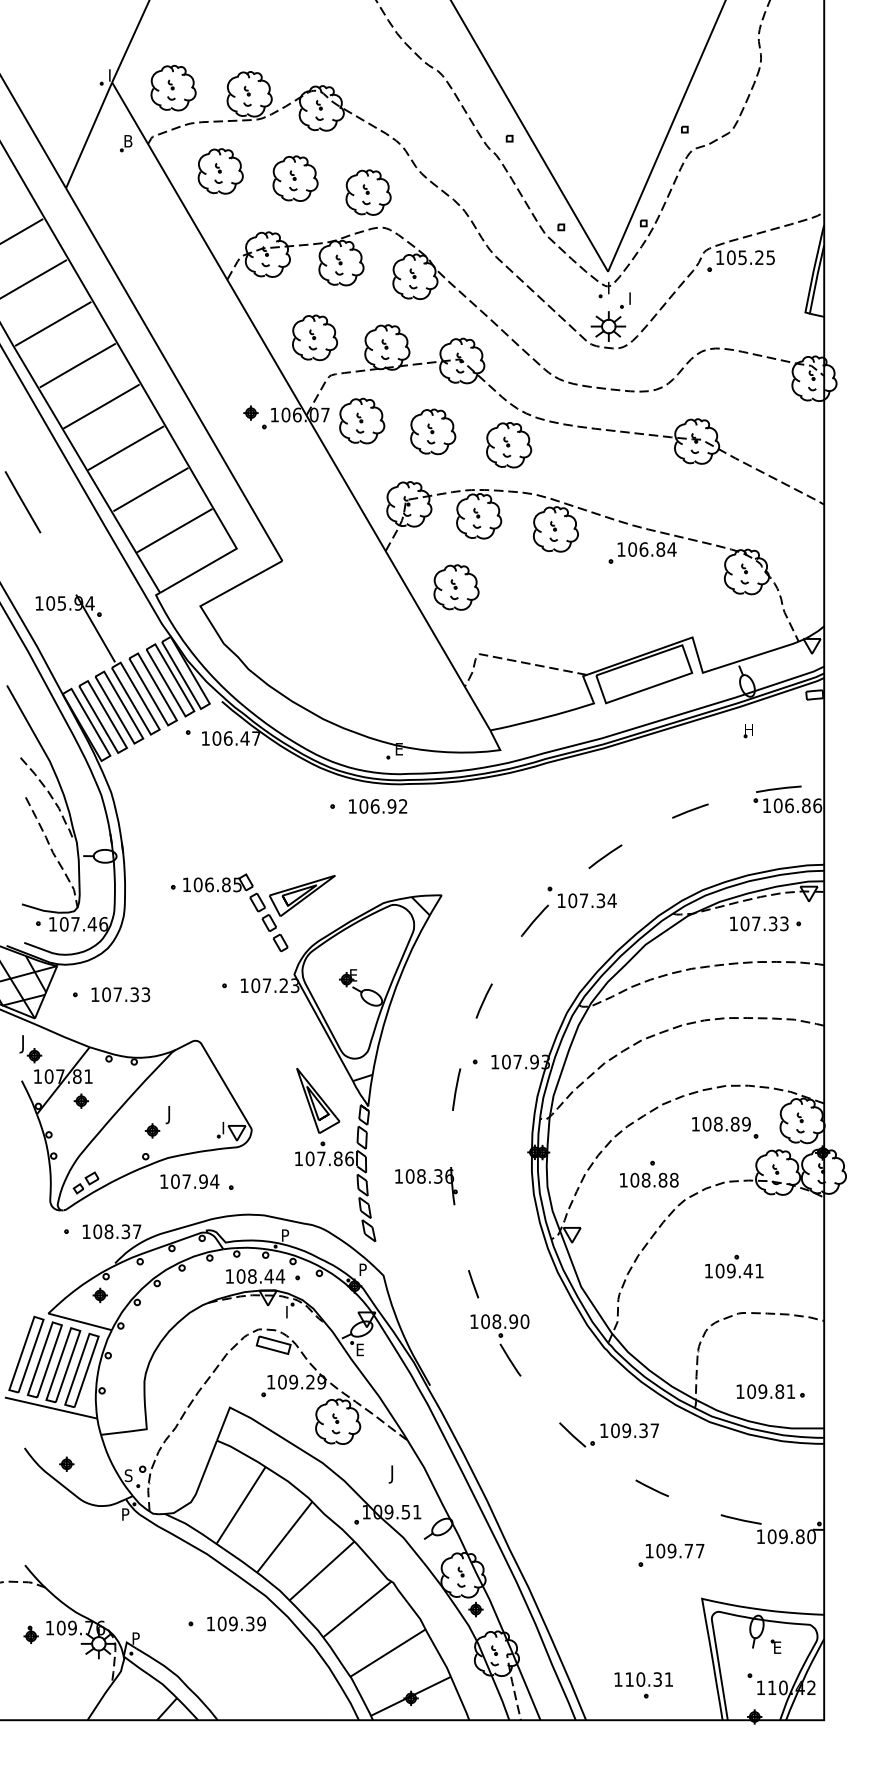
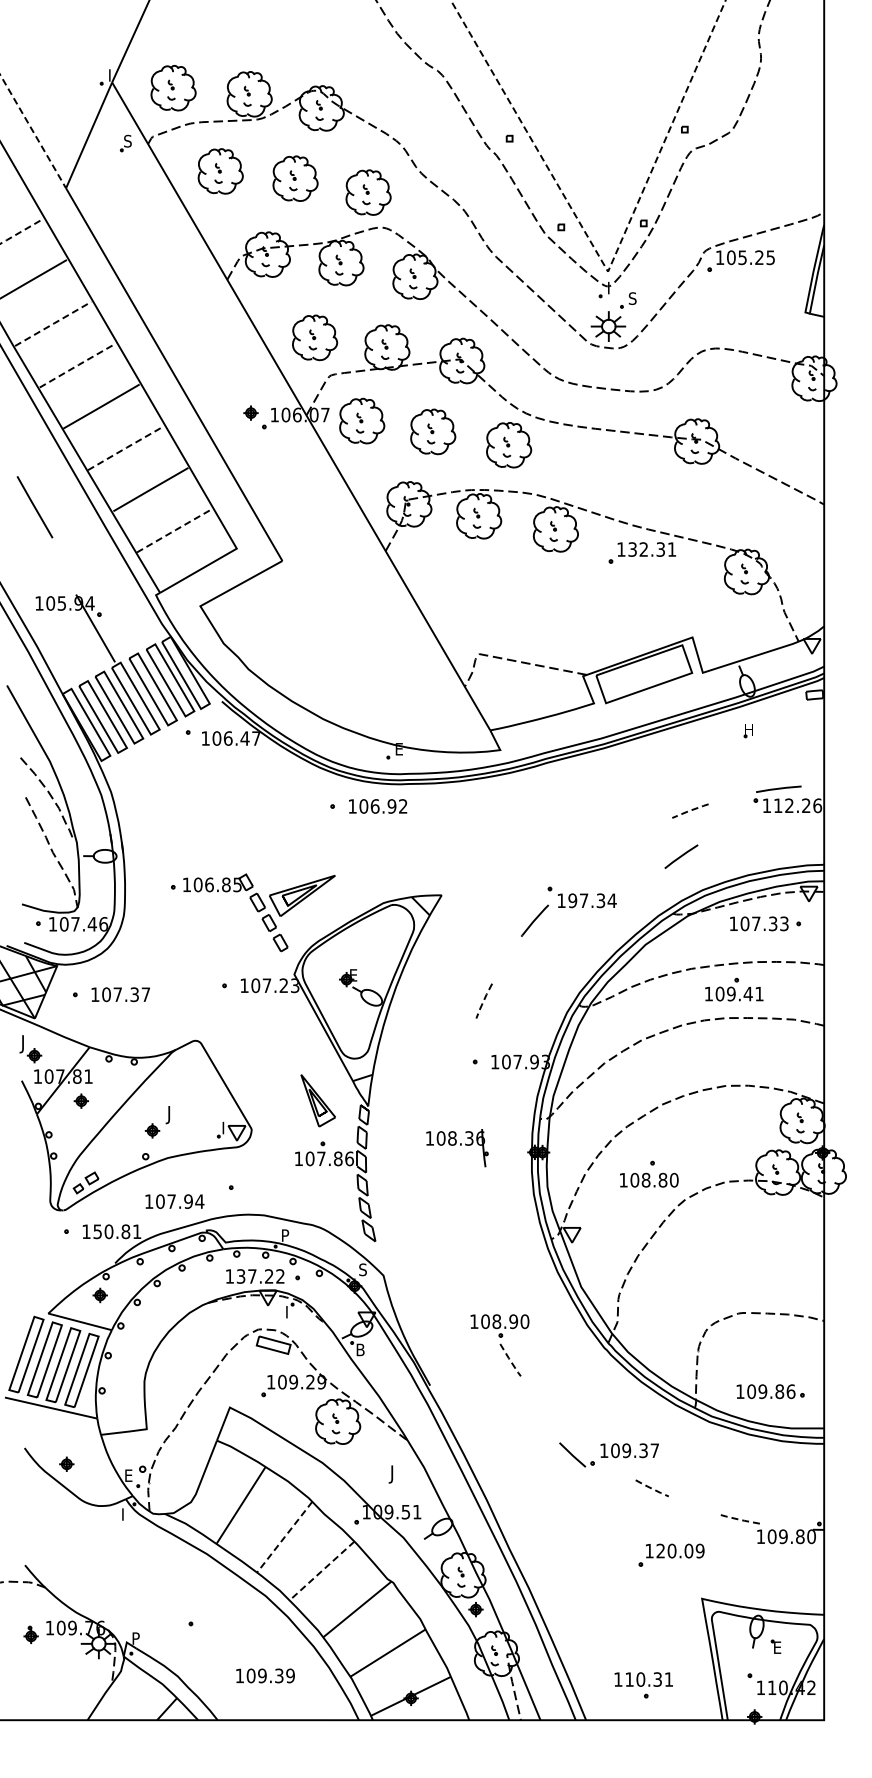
line at (33, 131): solid -> dashed
text at (128, 140): B -> S
line at (21, 231): solid -> dashed
line at (603, 263): solid -> dashed
text at (632, 298): I -> S
line at (54, 323): solid -> dashed
line at (78, 365): solid -> dashed
line at (126, 447): solid -> dashed
line at (22, 502) position: (22, 502) -> (34, 507)
line at (175, 530): solid -> dashed
text at (652, 549): 106.84 -> 132.31
part at (456, 587): present -> none
text at (791, 805): 106.86 -> 112.26
line at (690, 810): solid -> dashed
line at (605, 856) position: (605, 856) -> (681, 856)
text at (572, 900): 107.34 -> 197.34
text at (145, 994): 107.33 -> 107.37
line at (483, 1001): solid -> dashed
line at (456, 1089): present -> none
part at (318, 1100) size: 45x67 px -> 36x54 px
part at (725, 1127): present -> none
text at (673, 1180): 108.88 -> 108.80
text at (189, 1181) position: (189, 1181) -> (174, 1201)
part at (426, 1186) position: (426, 1186) -> (457, 1148)
text at (117, 1231): 108.37 -> 150.81
part at (734, 1266) position: (734, 1266) -> (734, 989)
text at (362, 1269): P -> S
text at (260, 1276): 108.44 -> 137.22
line at (473, 1284): present -> none
text at (362, 1349): E -> B
line at (510, 1360): solid -> dashed
text at (790, 1391): 109.81 -> 109.86
part at (608, 1434) position: (608, 1434) -> (608, 1454)
text at (128, 1475): S -> E
line at (651, 1488): solid -> dashed
text at (126, 1511): P -> I
line at (741, 1520): solid -> dashed
line at (284, 1537): solid -> dashed
text at (680, 1550): 109.77 -> 120.09
line at (321, 1571): solid -> dashed
text at (236, 1623) position: (236, 1623) -> (265, 1675)
